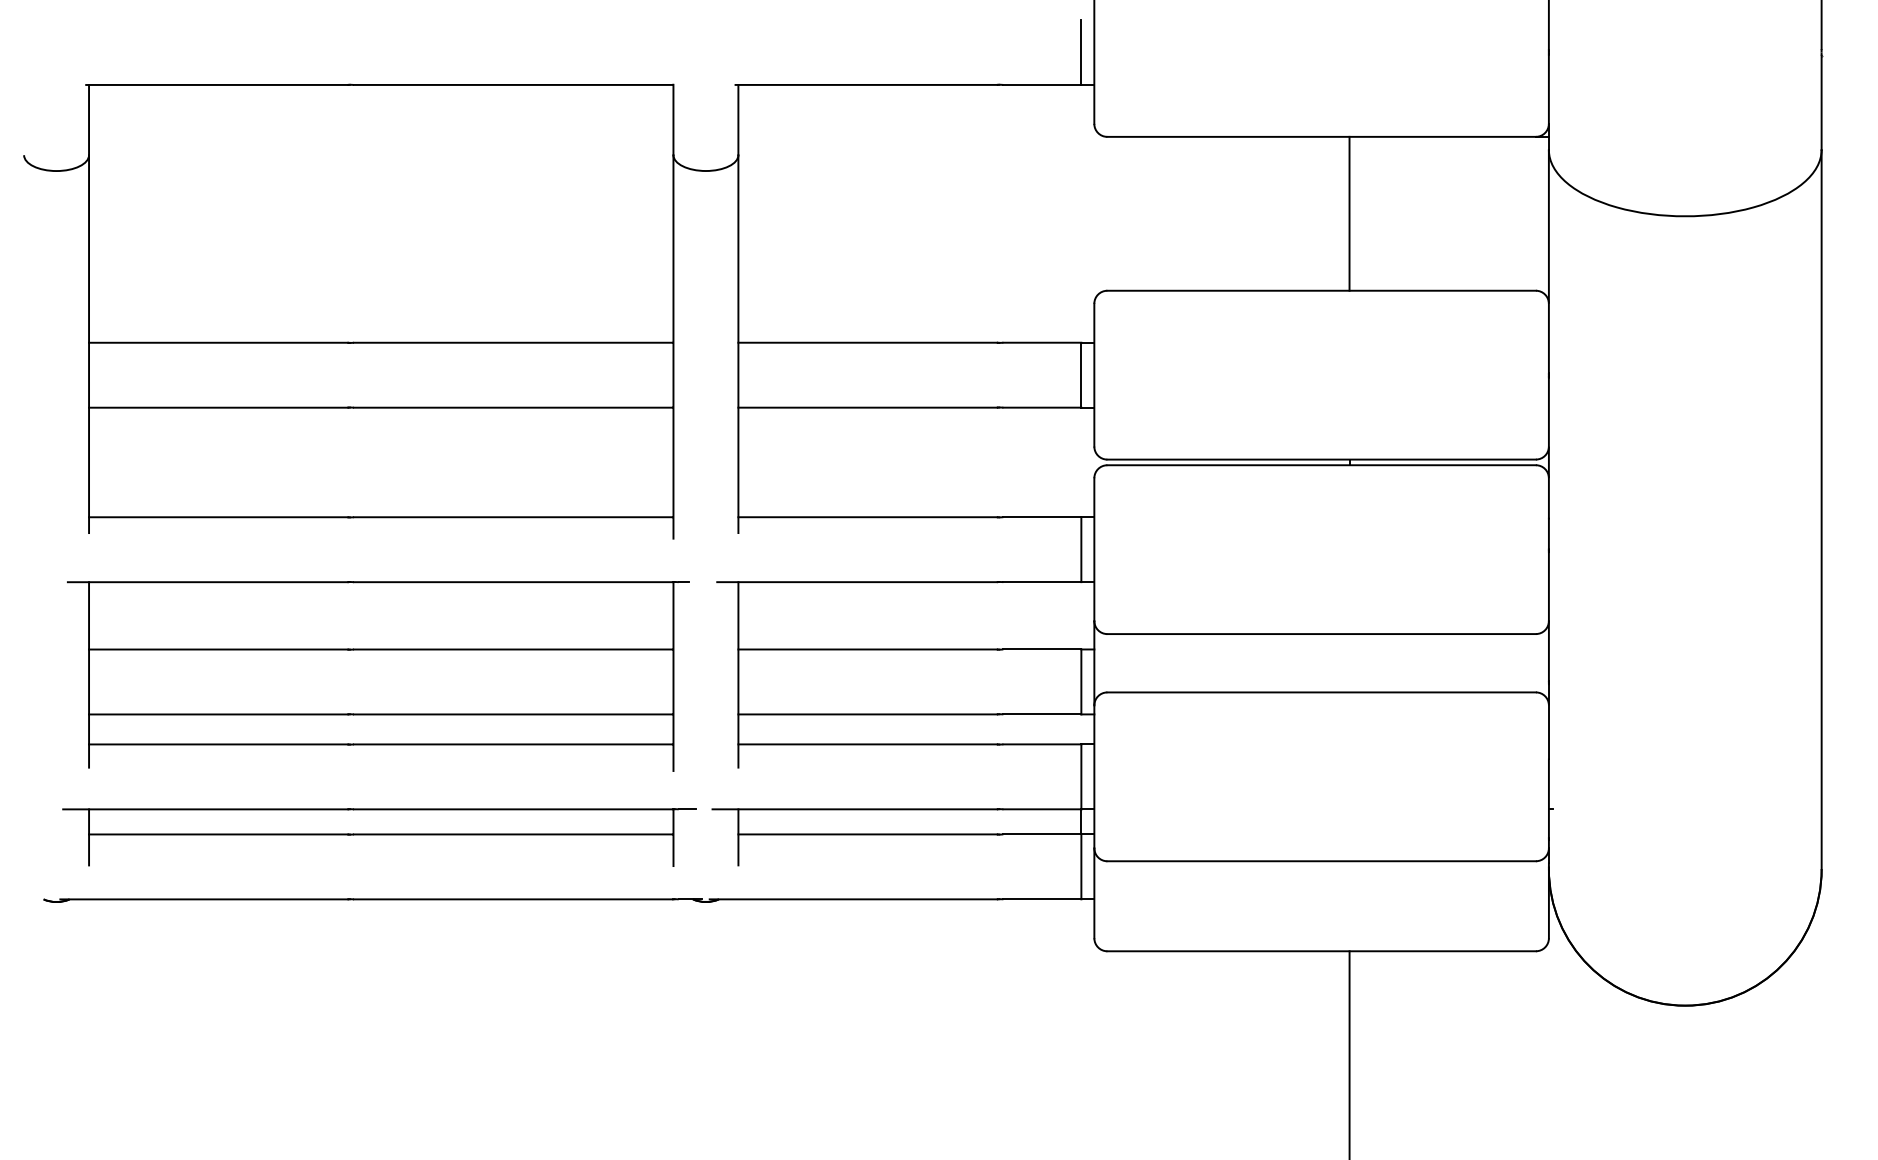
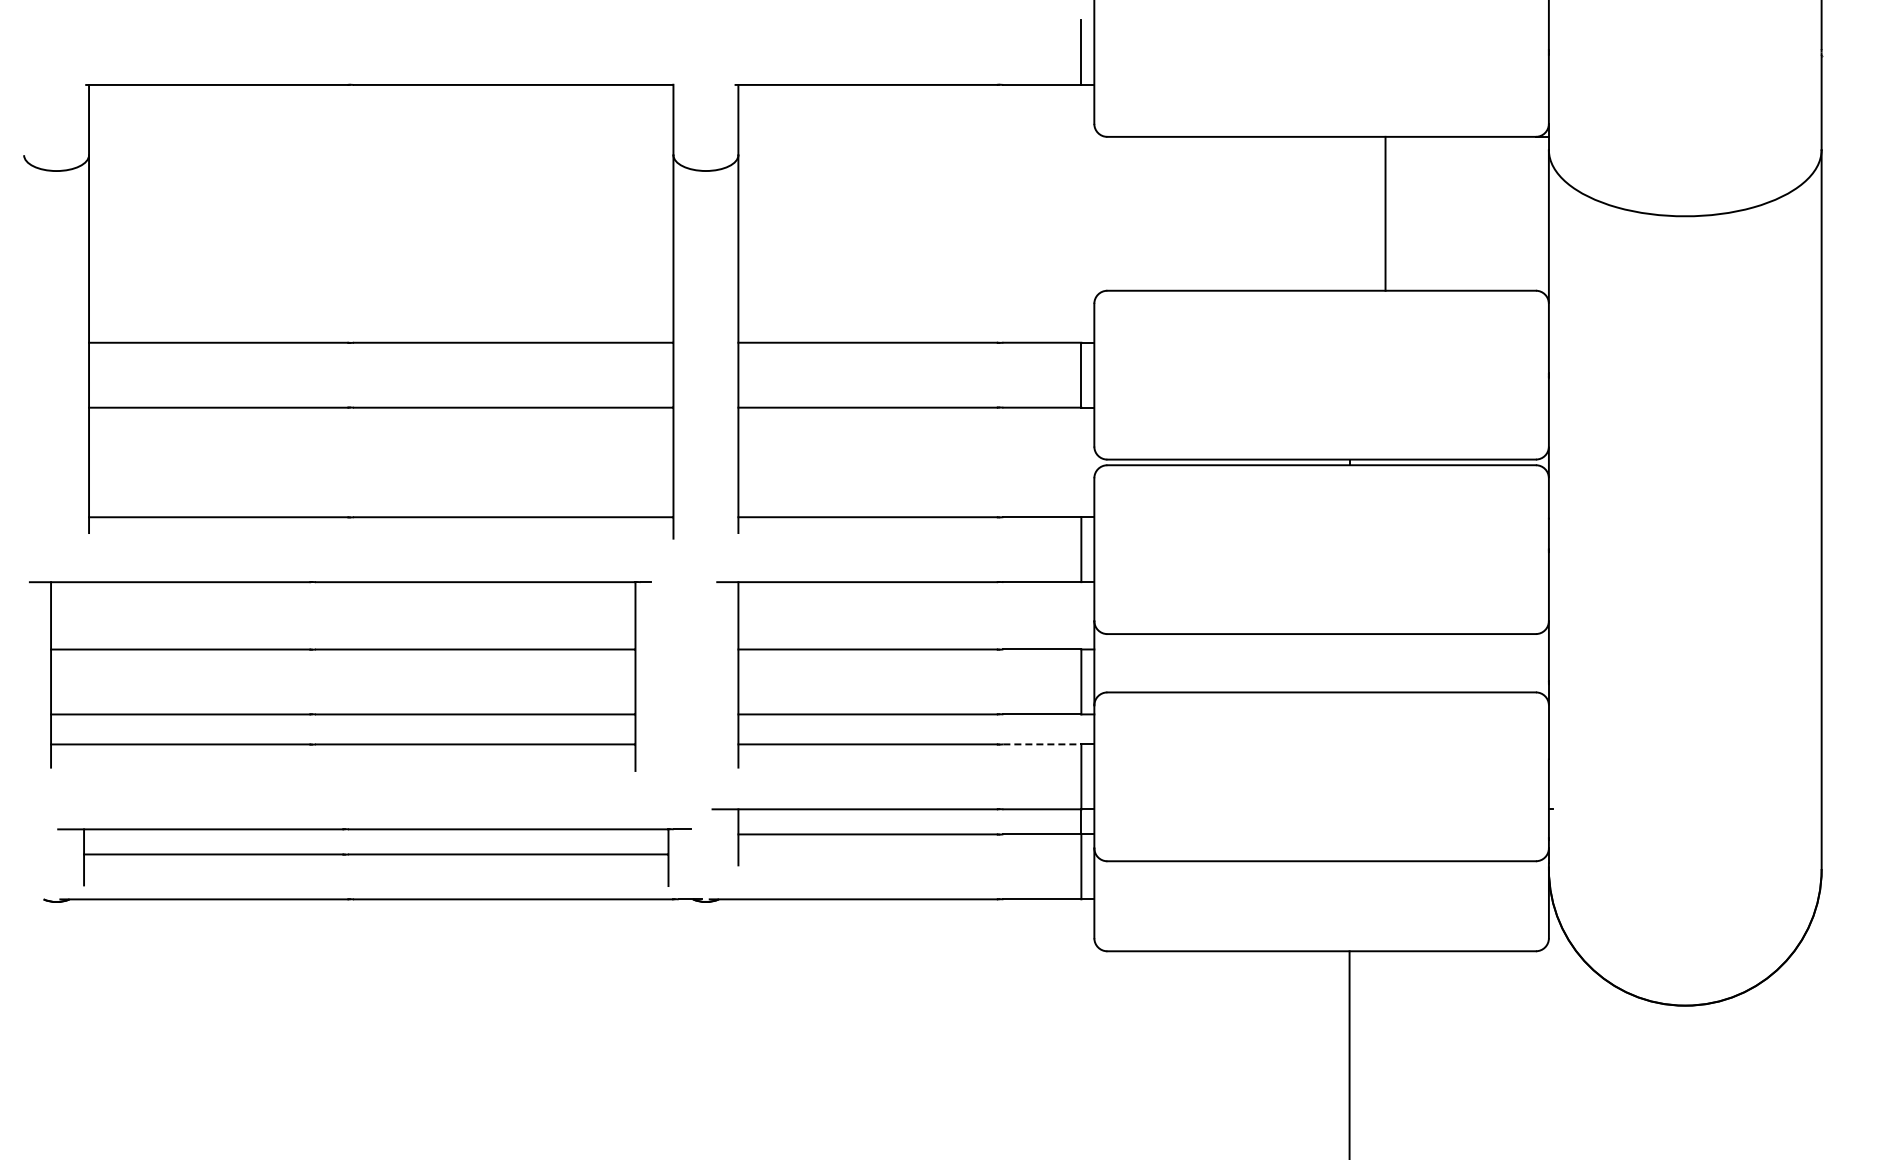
line at (1349, 213) position: (1349, 213) -> (1385, 213)
part at (378, 676) position: (378, 676) -> (340, 676)
line at (1042, 744): solid -> dashed
part at (379, 837) position: (379, 837) -> (374, 857)
